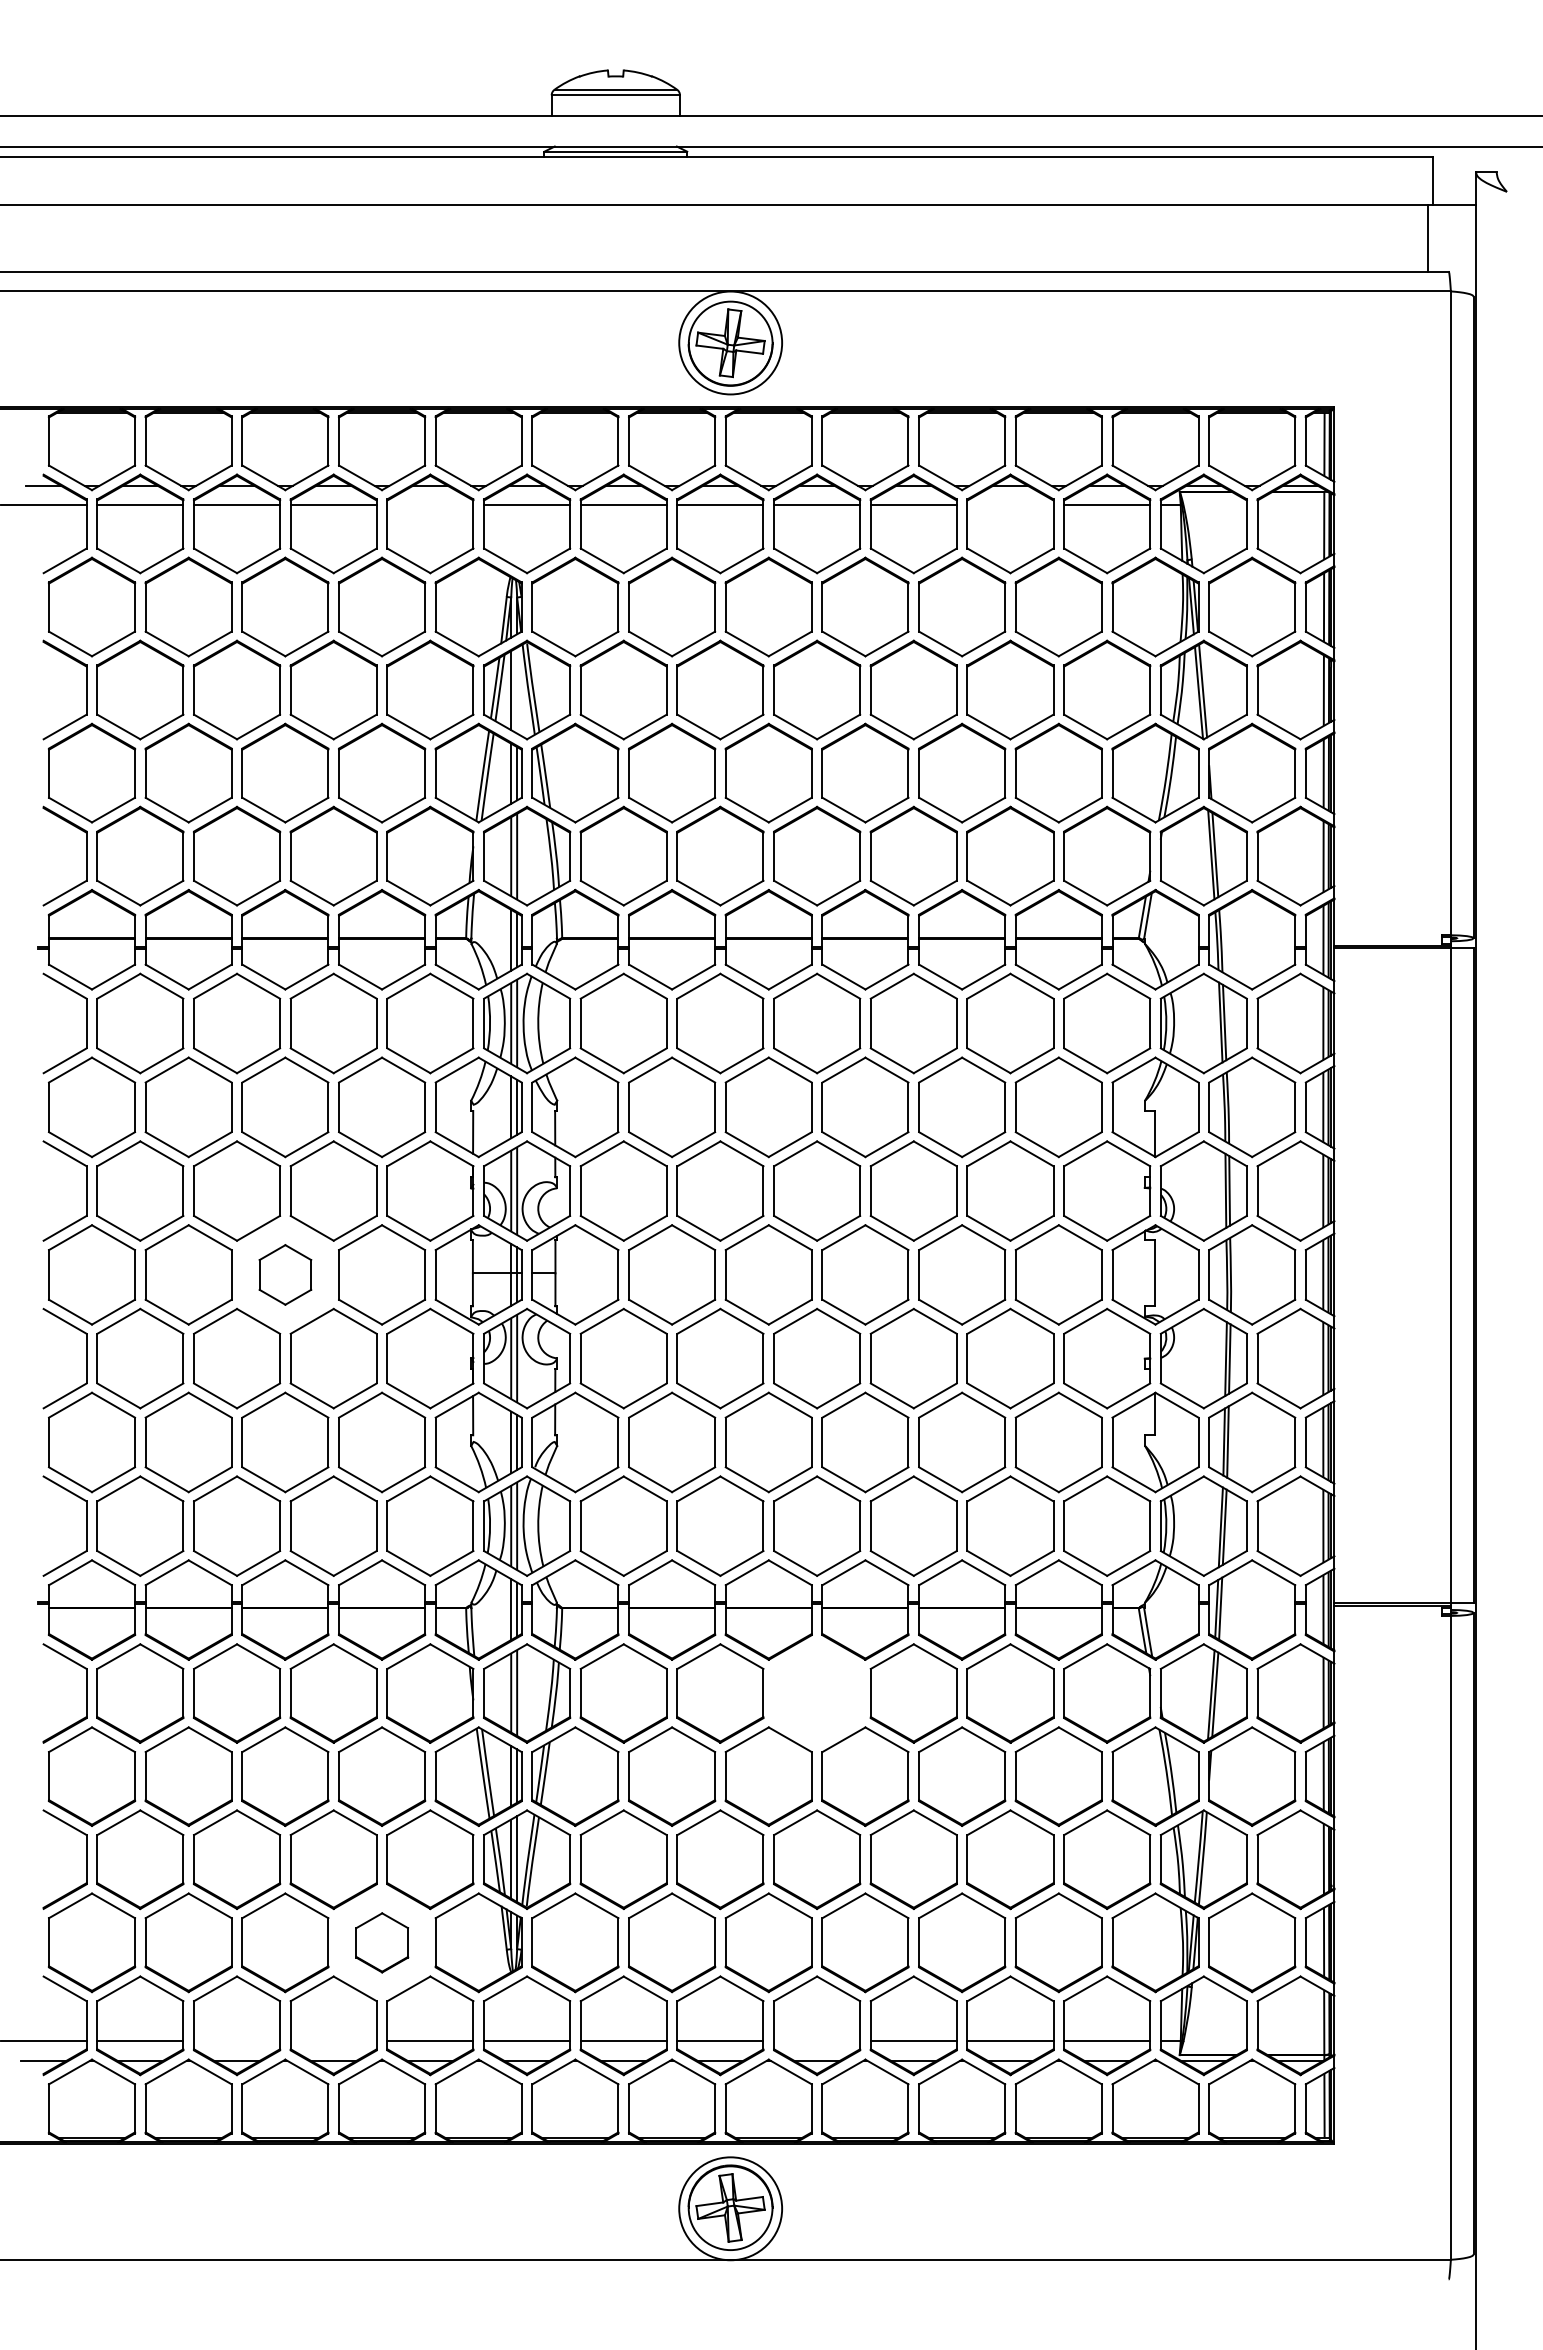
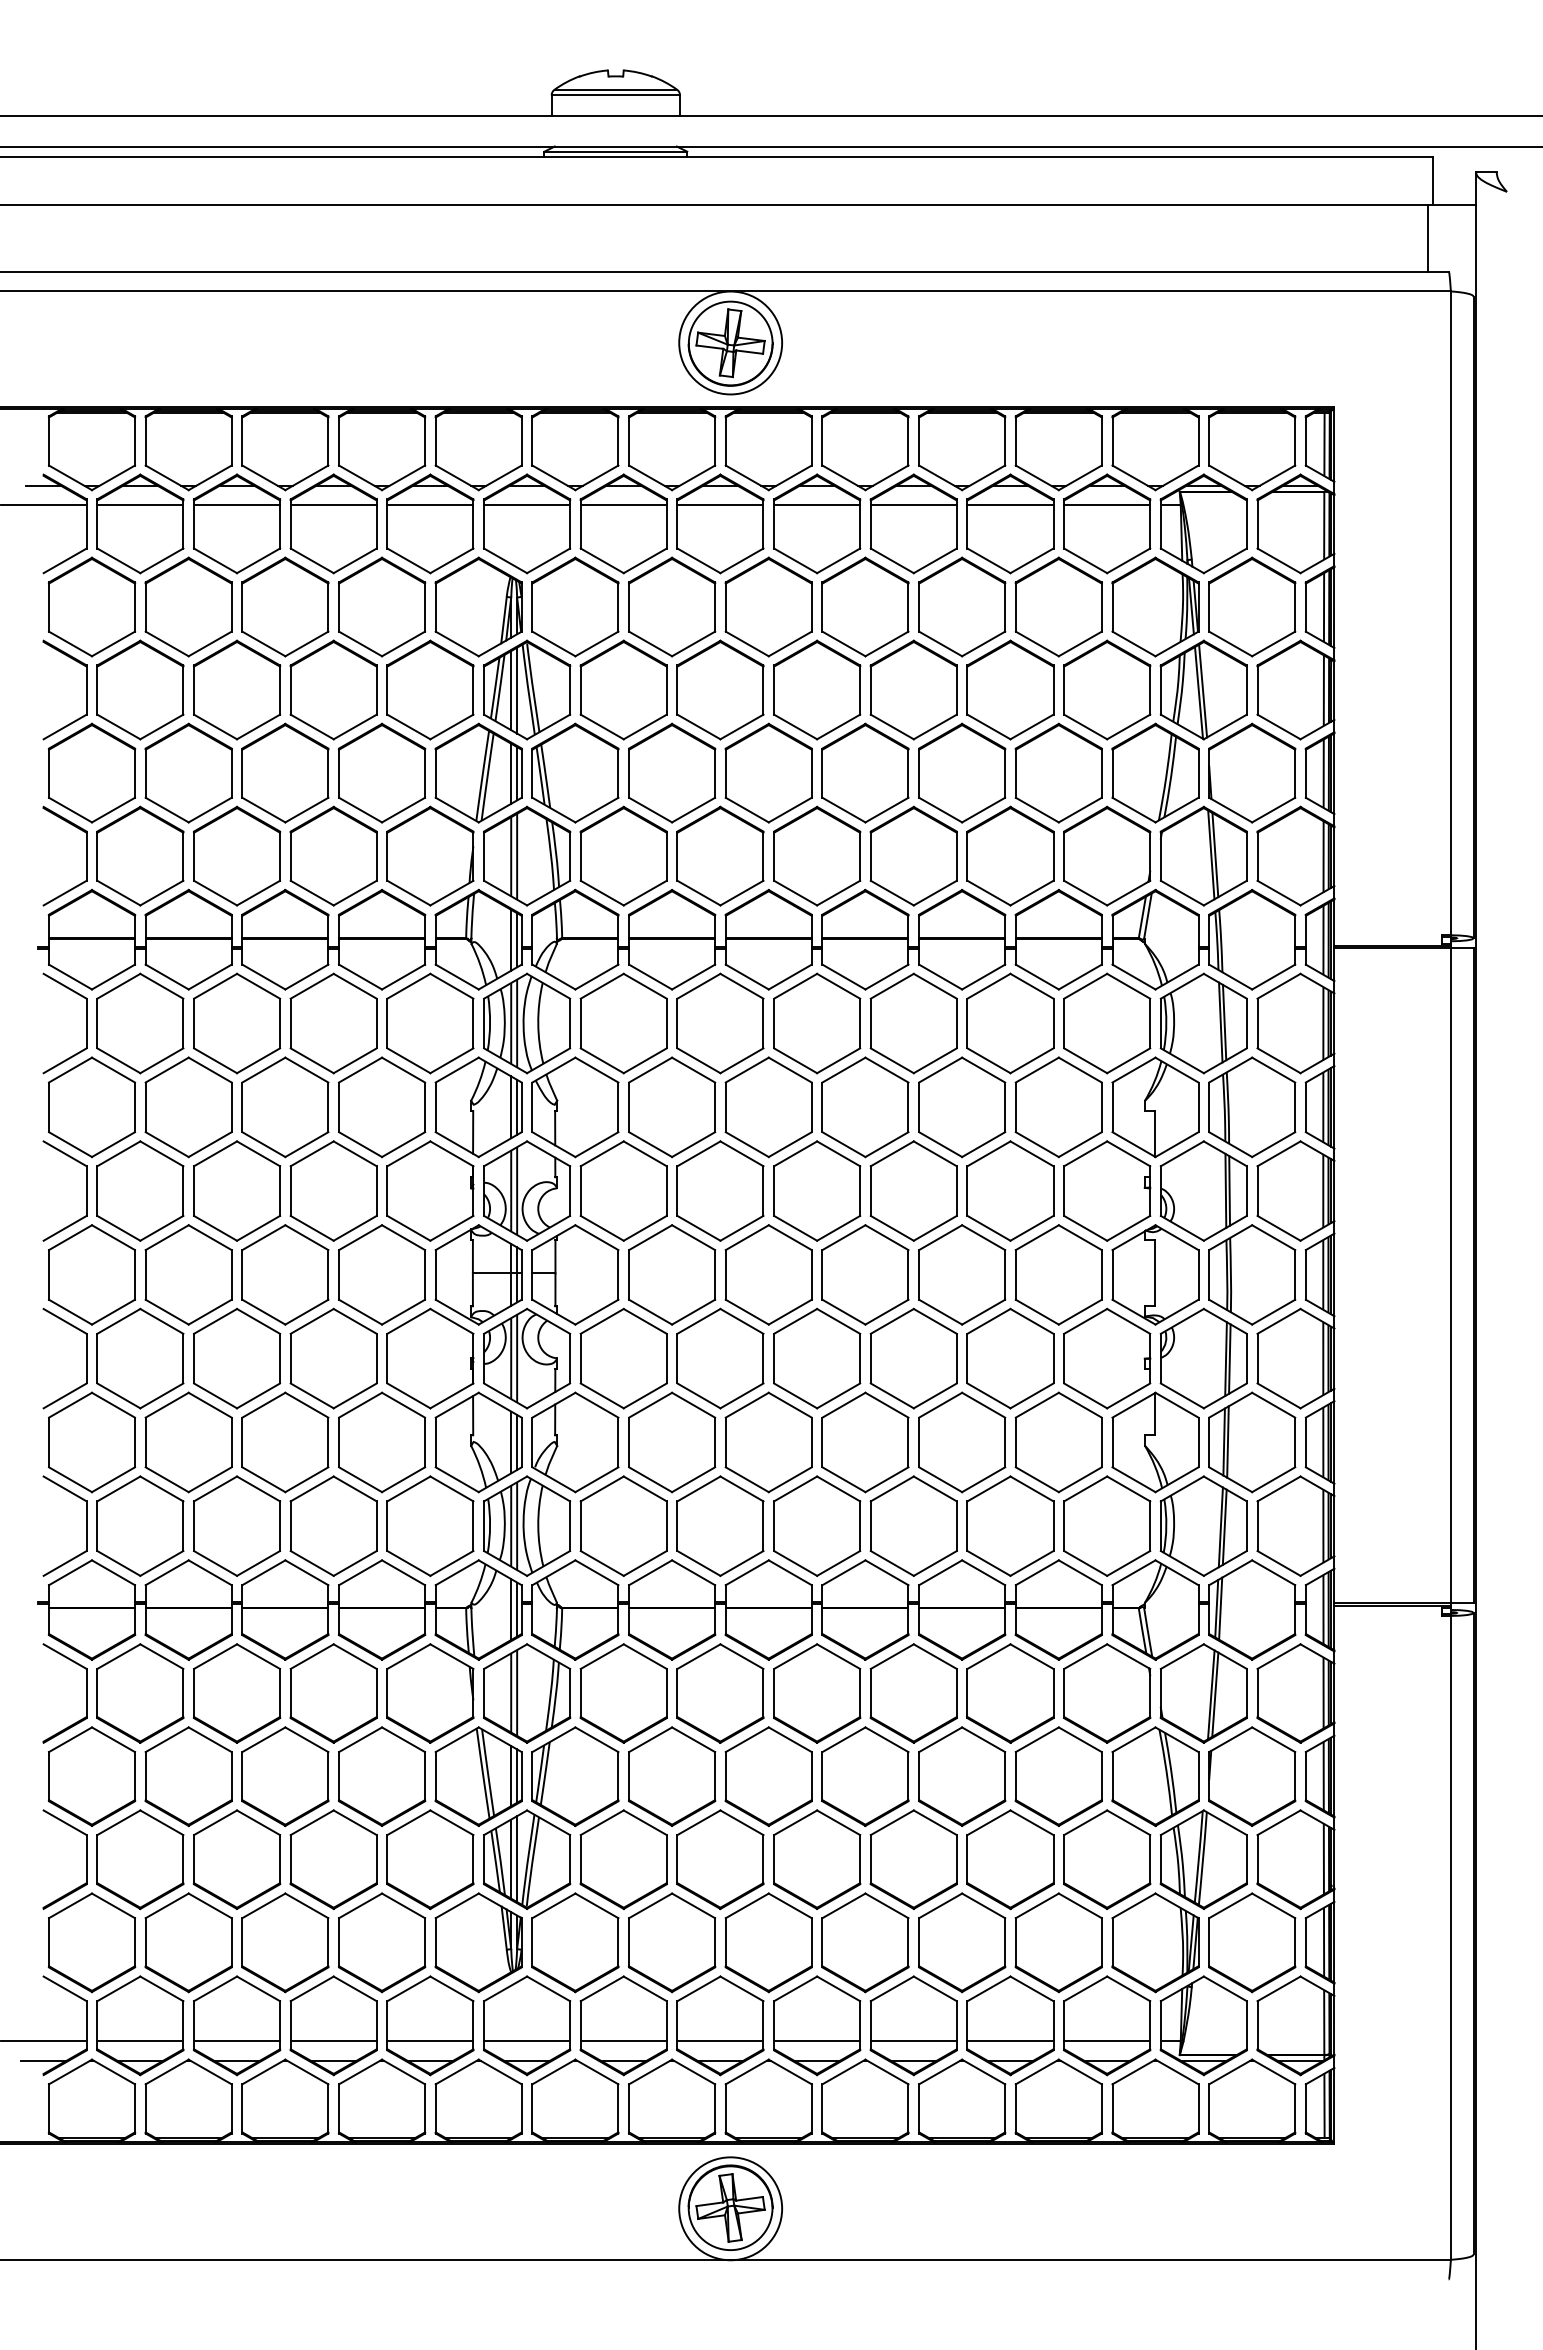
line at (430, 505): none -> present
line at (1010, 505): none -> present
line at (517, 690): none -> present
part at (285, 1274) size: 55x62 px -> 89x102 px
part at (817, 1693): none -> present
part at (382, 1942) size: 55x62 px -> 89x102 px
line at (237, 2041): none -> present
line at (333, 2041): none -> present
line at (817, 2041): none -> present
